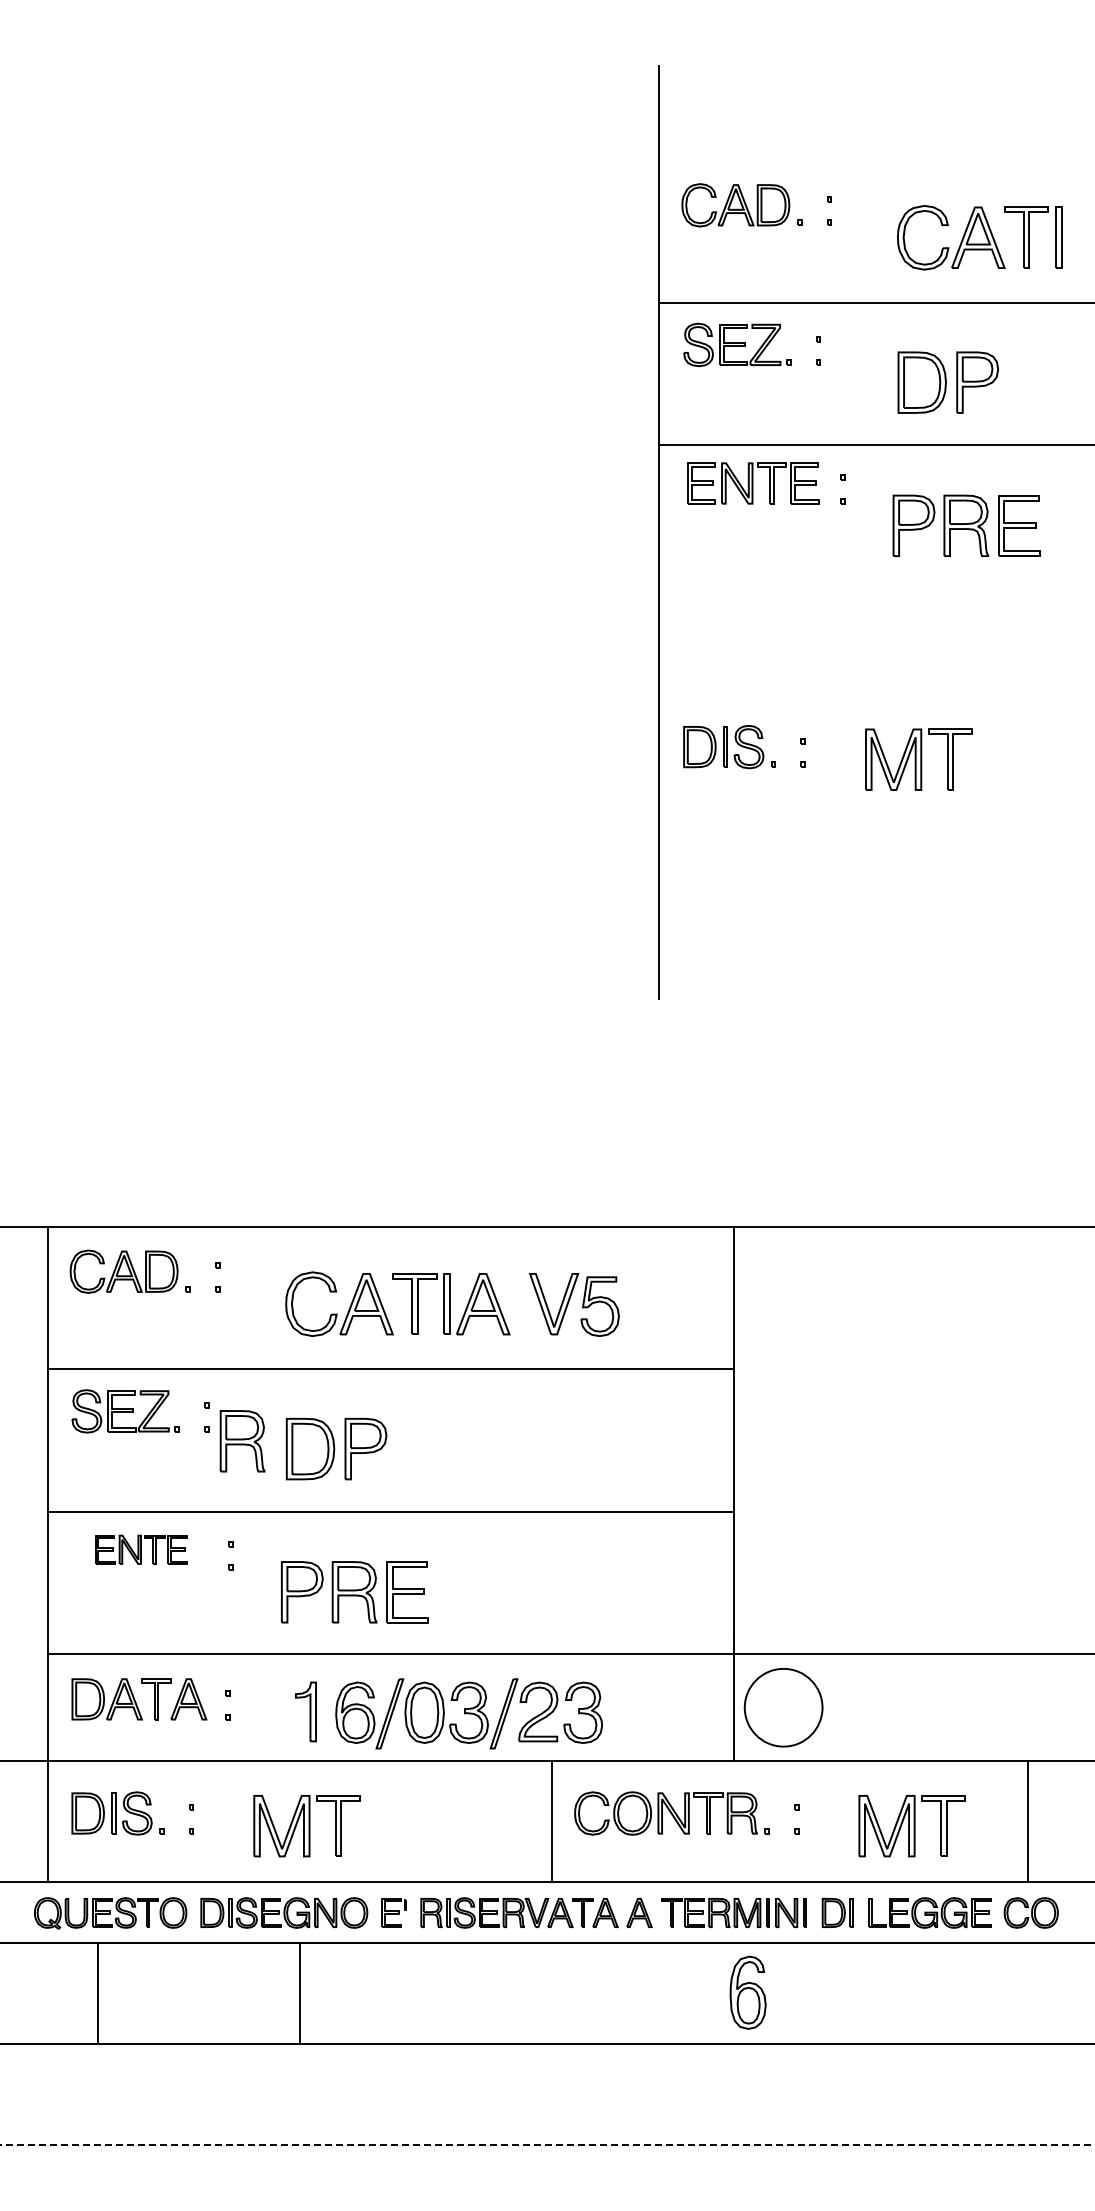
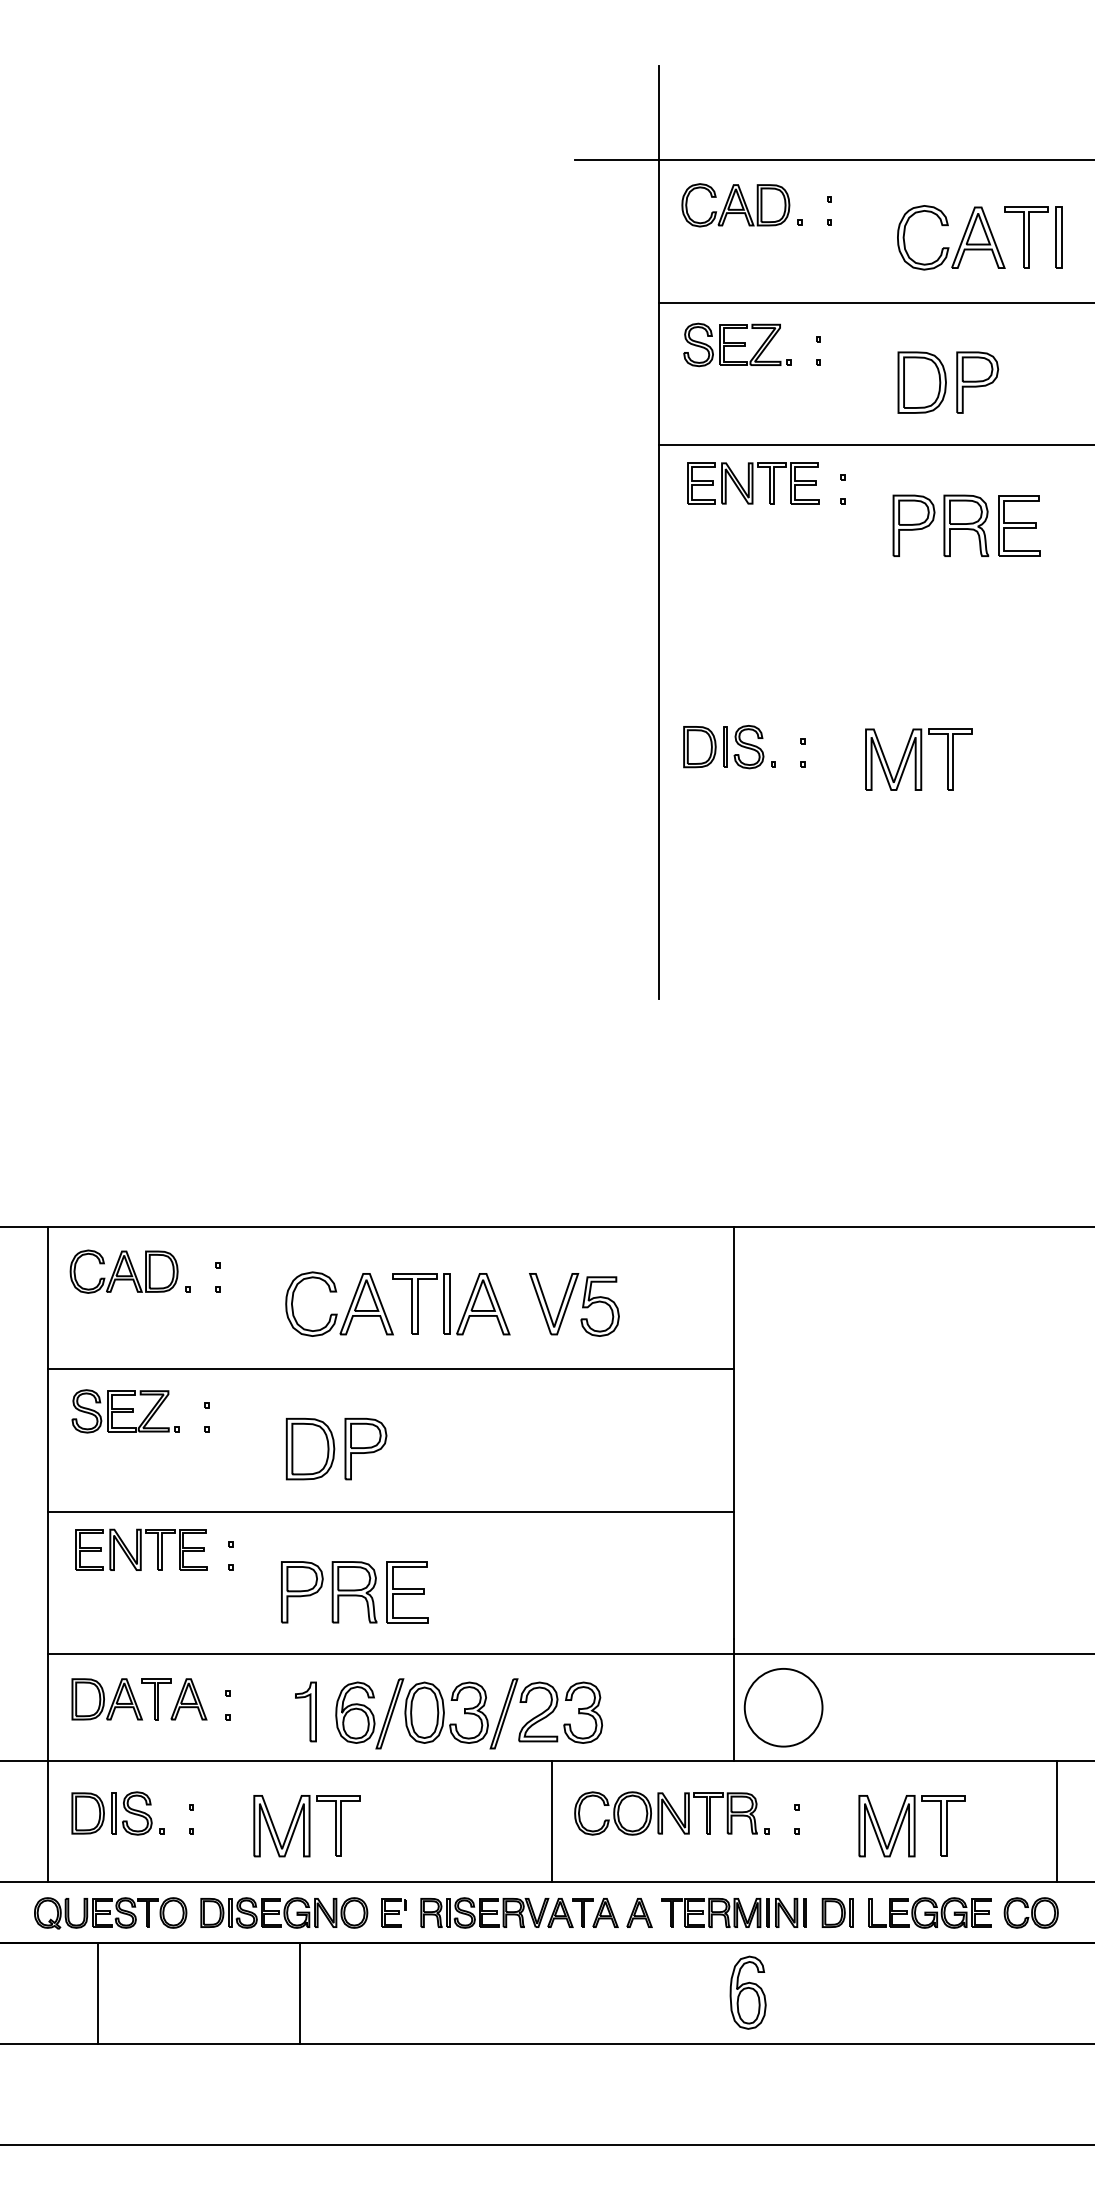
line at (833, 160): none -> present
part at (242, 1441): present -> none
part at (141, 1549) size: 93x31 px -> 133x43 px
line at (1027, 1821) position: (1027, 1821) -> (1056, 1821)
line at (547, 2144): dashed -> solid
